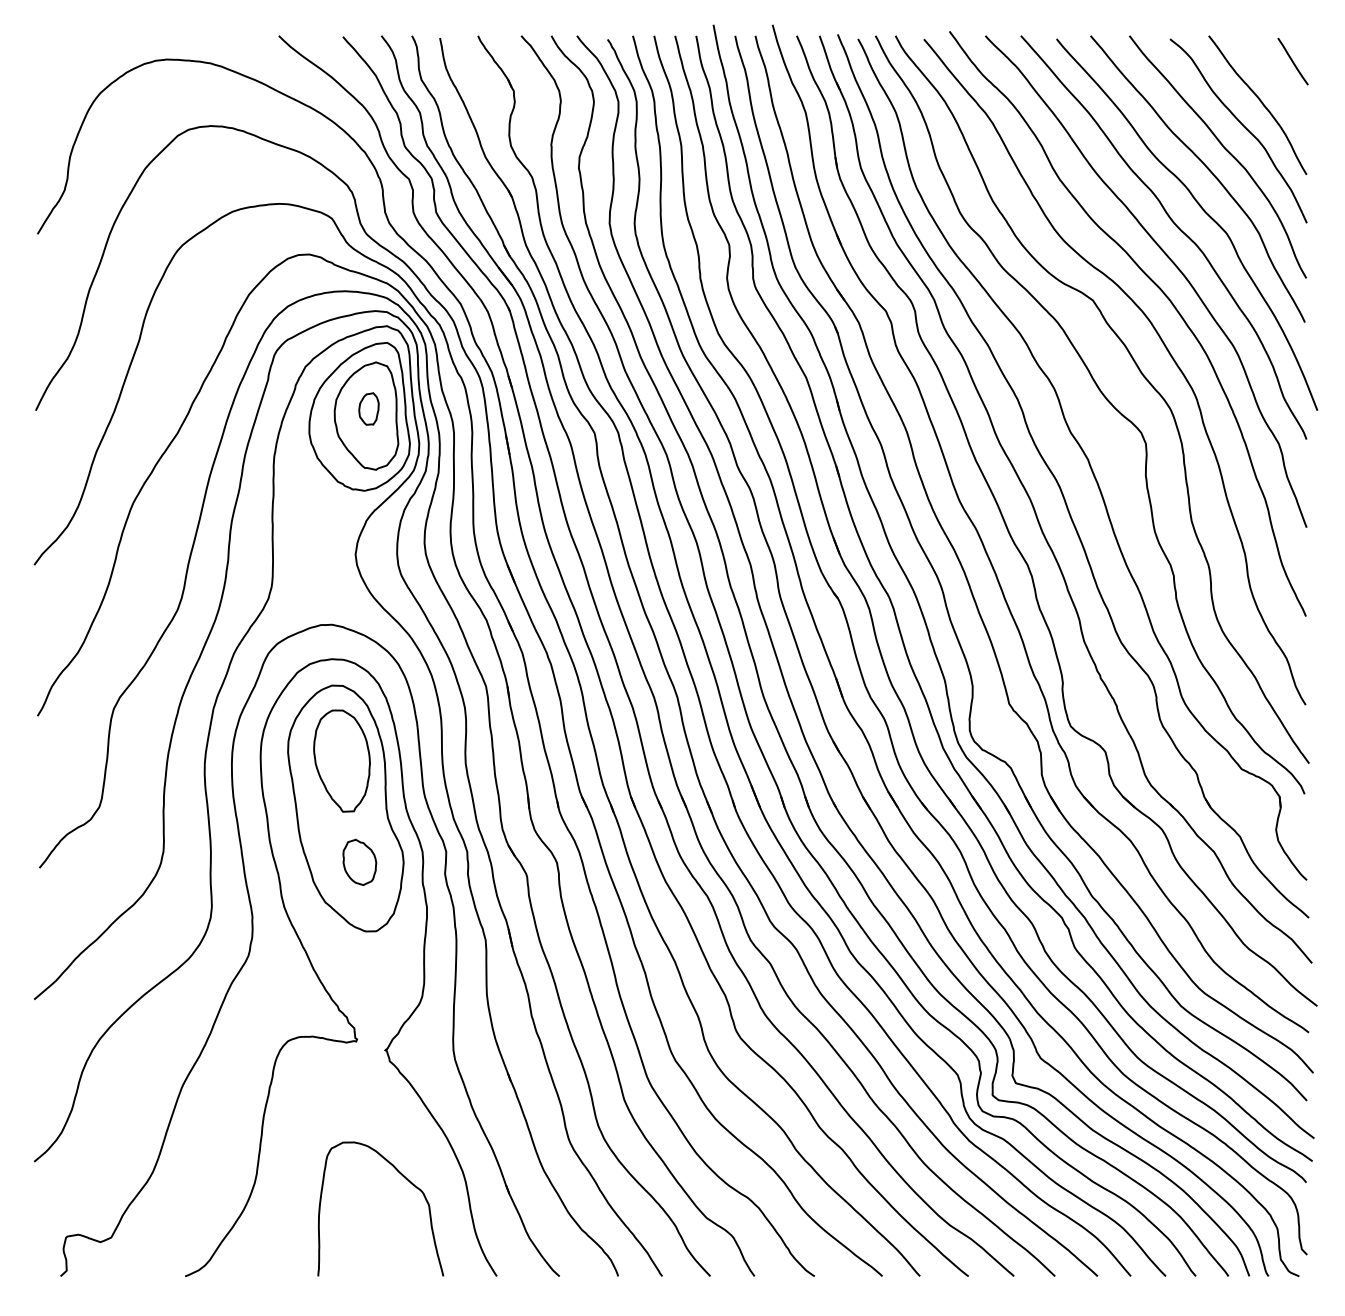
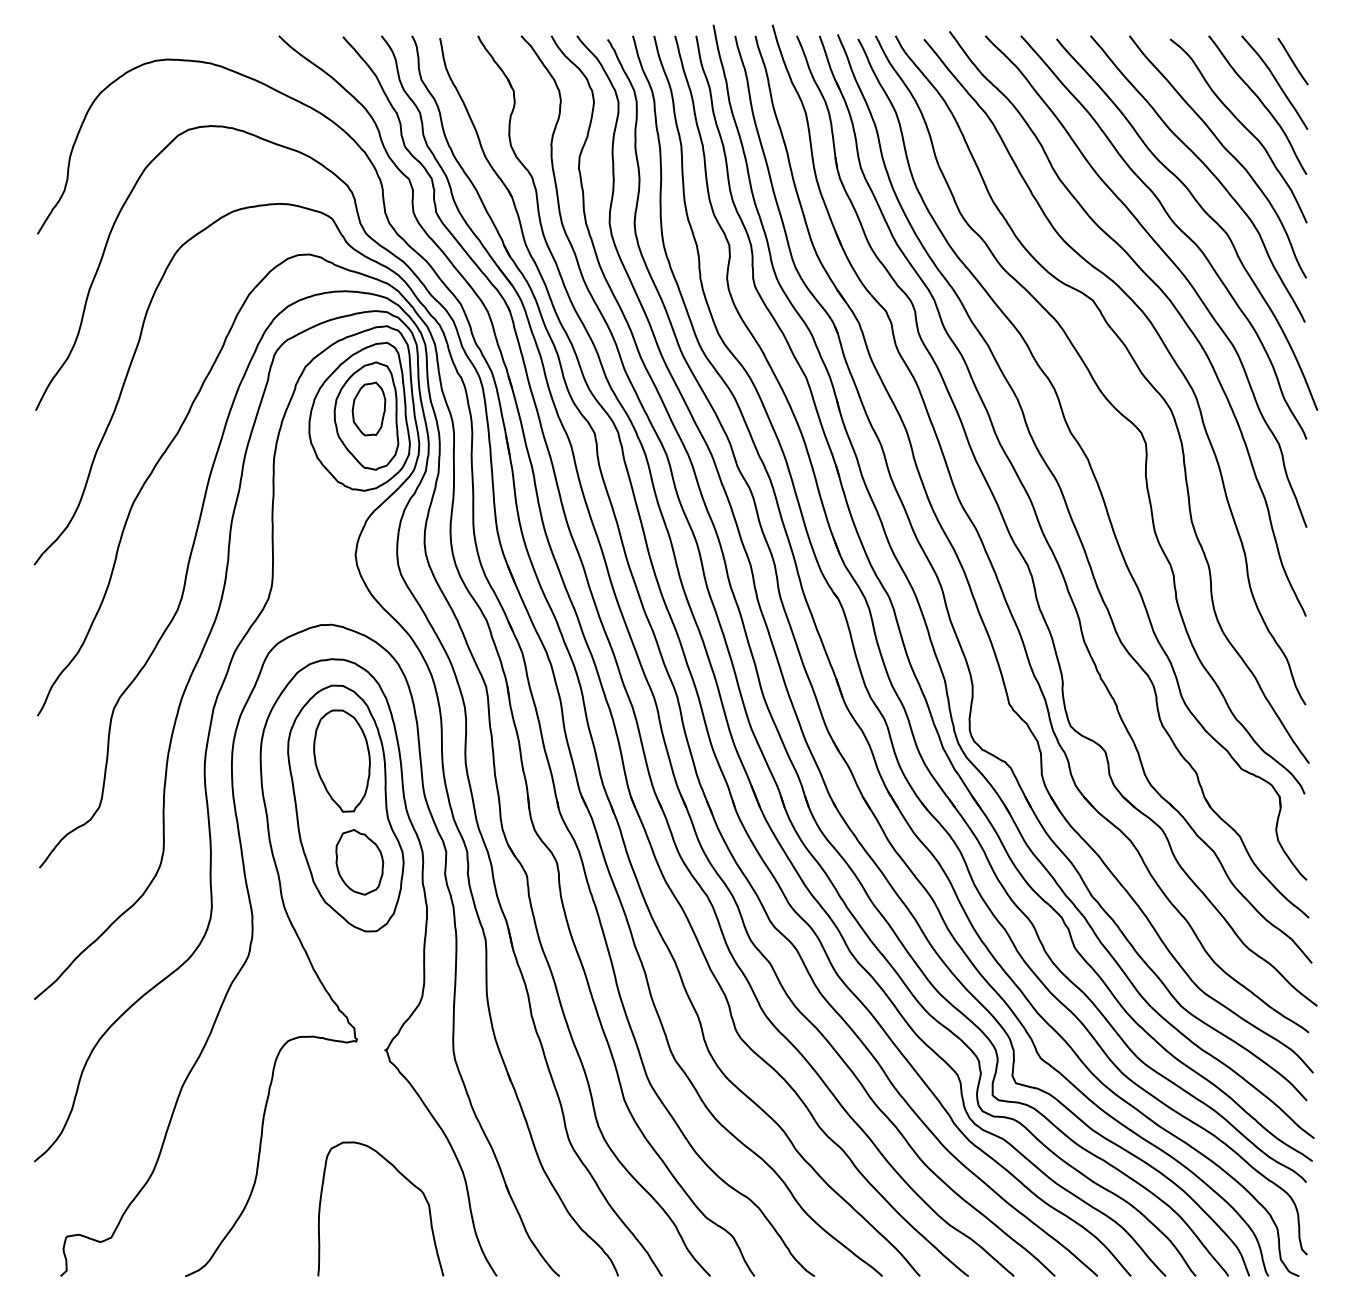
curve at (1275, 81): none -> present
part at (368, 408) size: 22x34 px -> 36x56 px
part at (359, 861) size: 36x48 px -> 50x67 px
